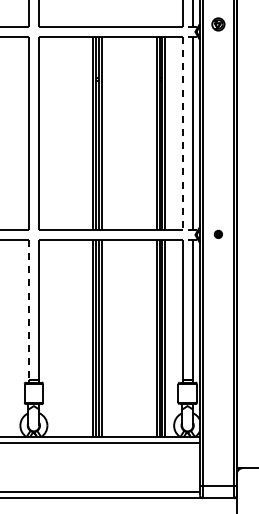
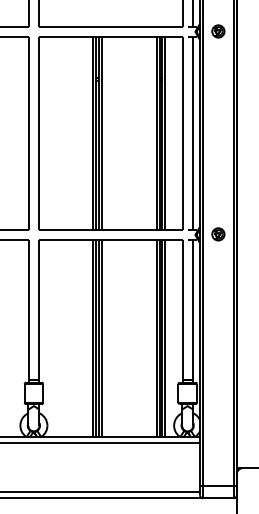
part at (218, 24) position: (218, 24) -> (218, 31)
line at (182, 133): dashed -> solid
part at (217, 233) size: 10x10 px -> 15x15 px
line at (28, 309): dashed -> solid
